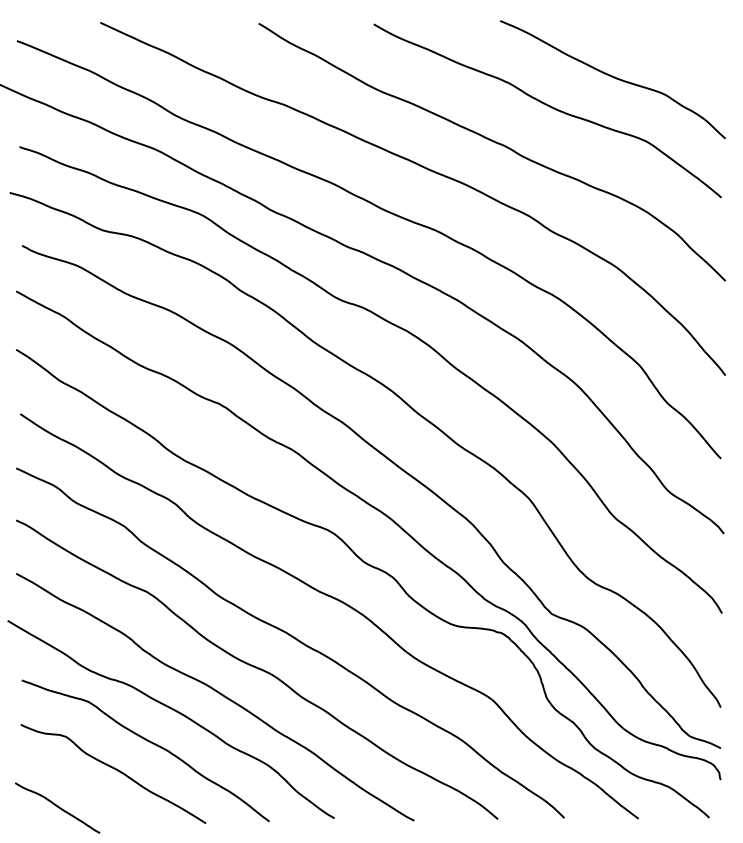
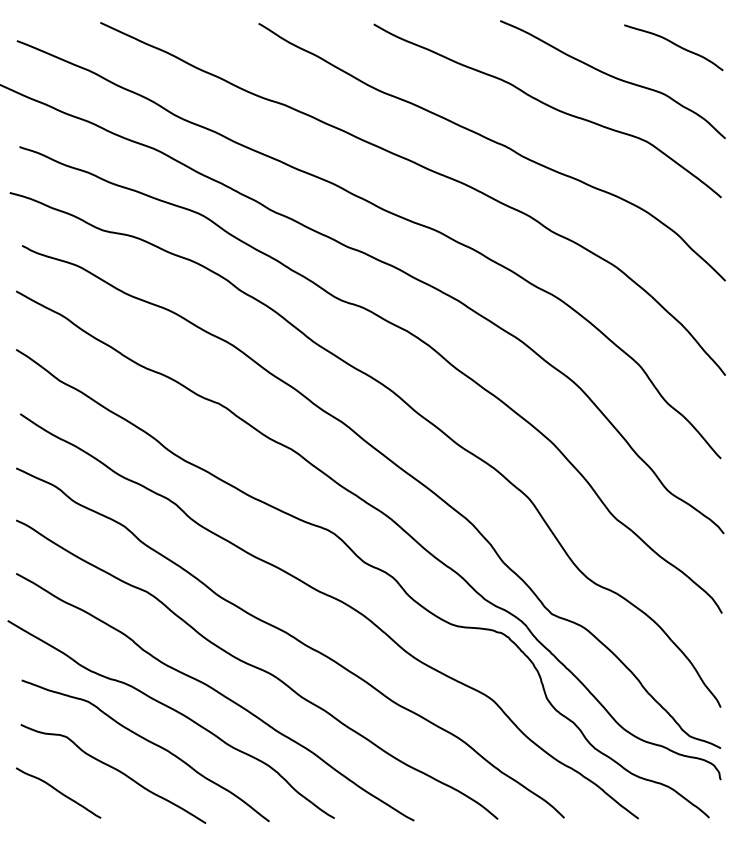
curve at (675, 45): none -> present
curve at (57, 807) position: (57, 807) -> (58, 792)
